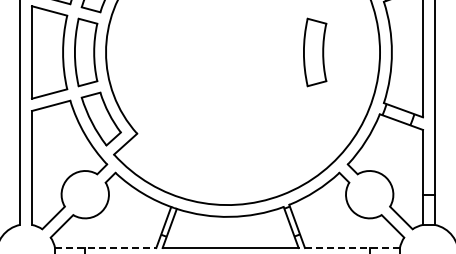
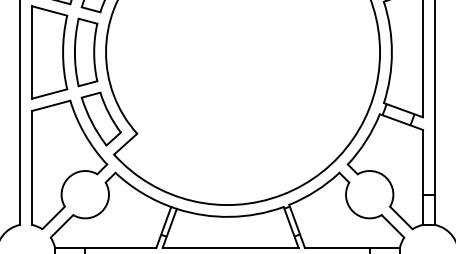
part at (315, 52): present -> none
line at (105, 248): dashed -> solid
line at (352, 248): dashed -> solid
